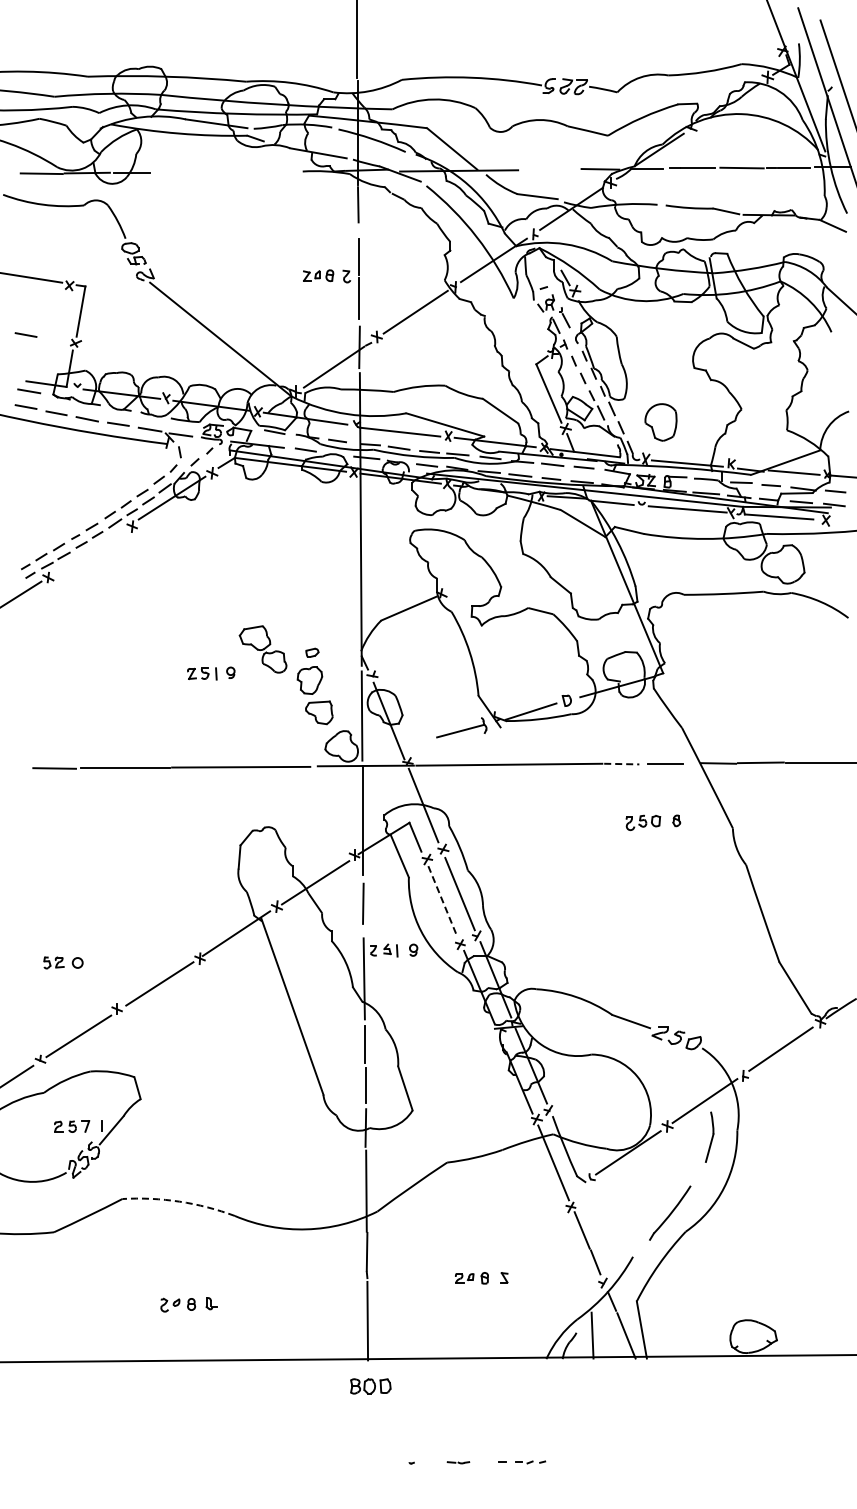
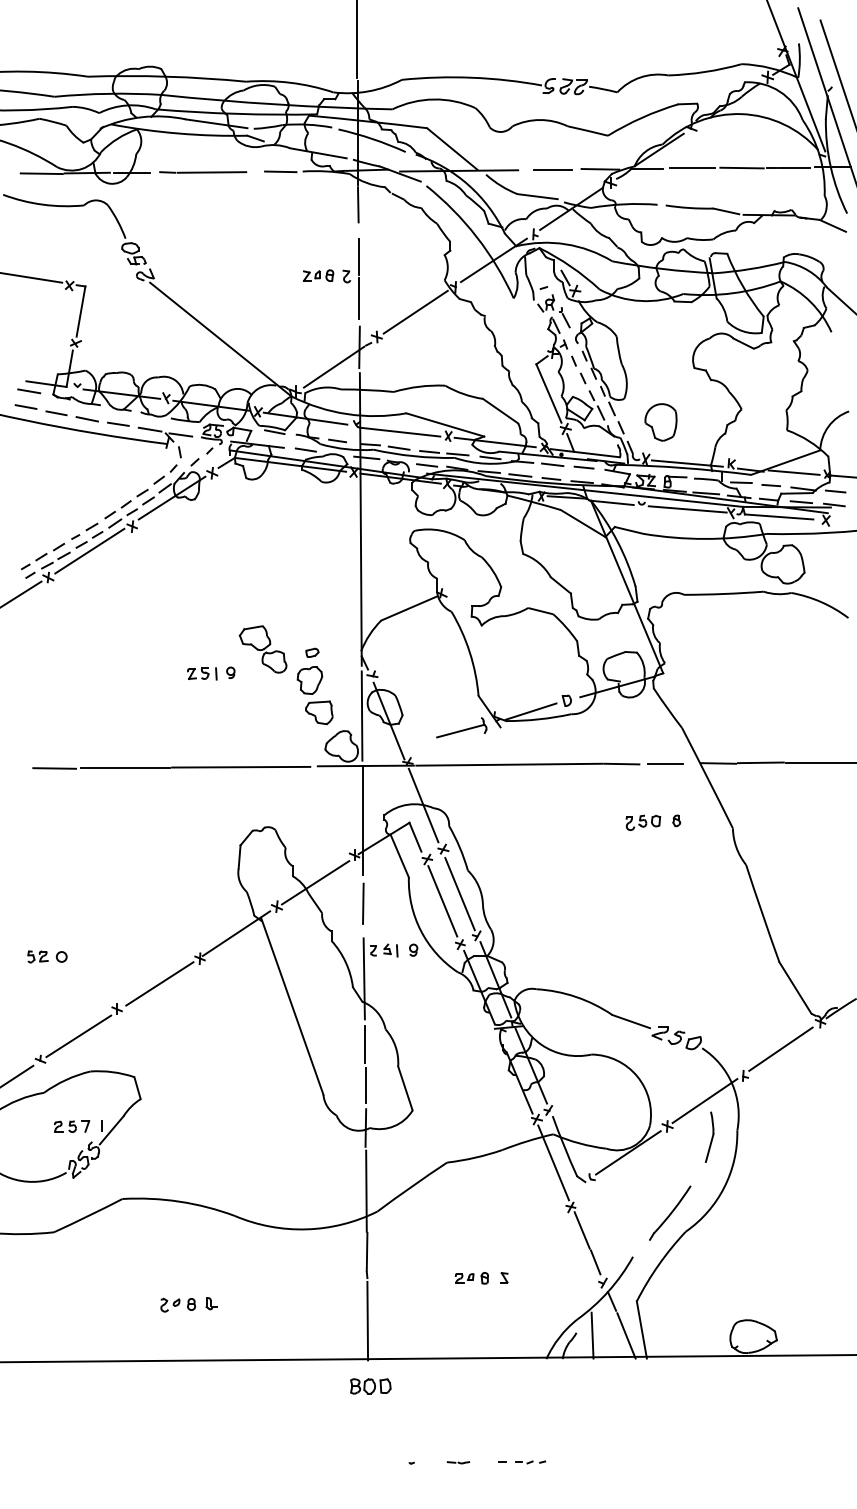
line at (553, 169): none -> present
line at (280, 171): none -> present
line at (203, 172): none -> present
line at (25, 334): present -> none
line at (89, 550): none -> present
line at (621, 764): dashed -> solid
line at (442, 901): dashed -> solid
part at (63, 962) position: (63, 962) -> (47, 956)
arc at (179, 1201): dashed -> solid
